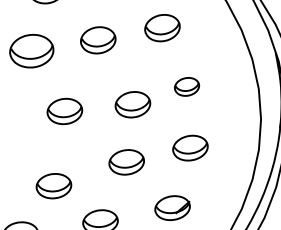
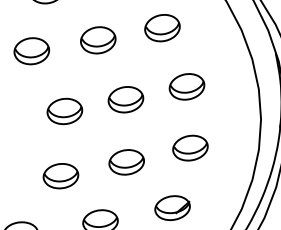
part at (31, 51) size: 46x35 px -> 38x29 px
part at (187, 86) size: 27x20 px -> 38x28 px
part at (132, 104) position: (132, 104) -> (125, 99)
part at (53, 186) position: (53, 186) -> (60, 176)
